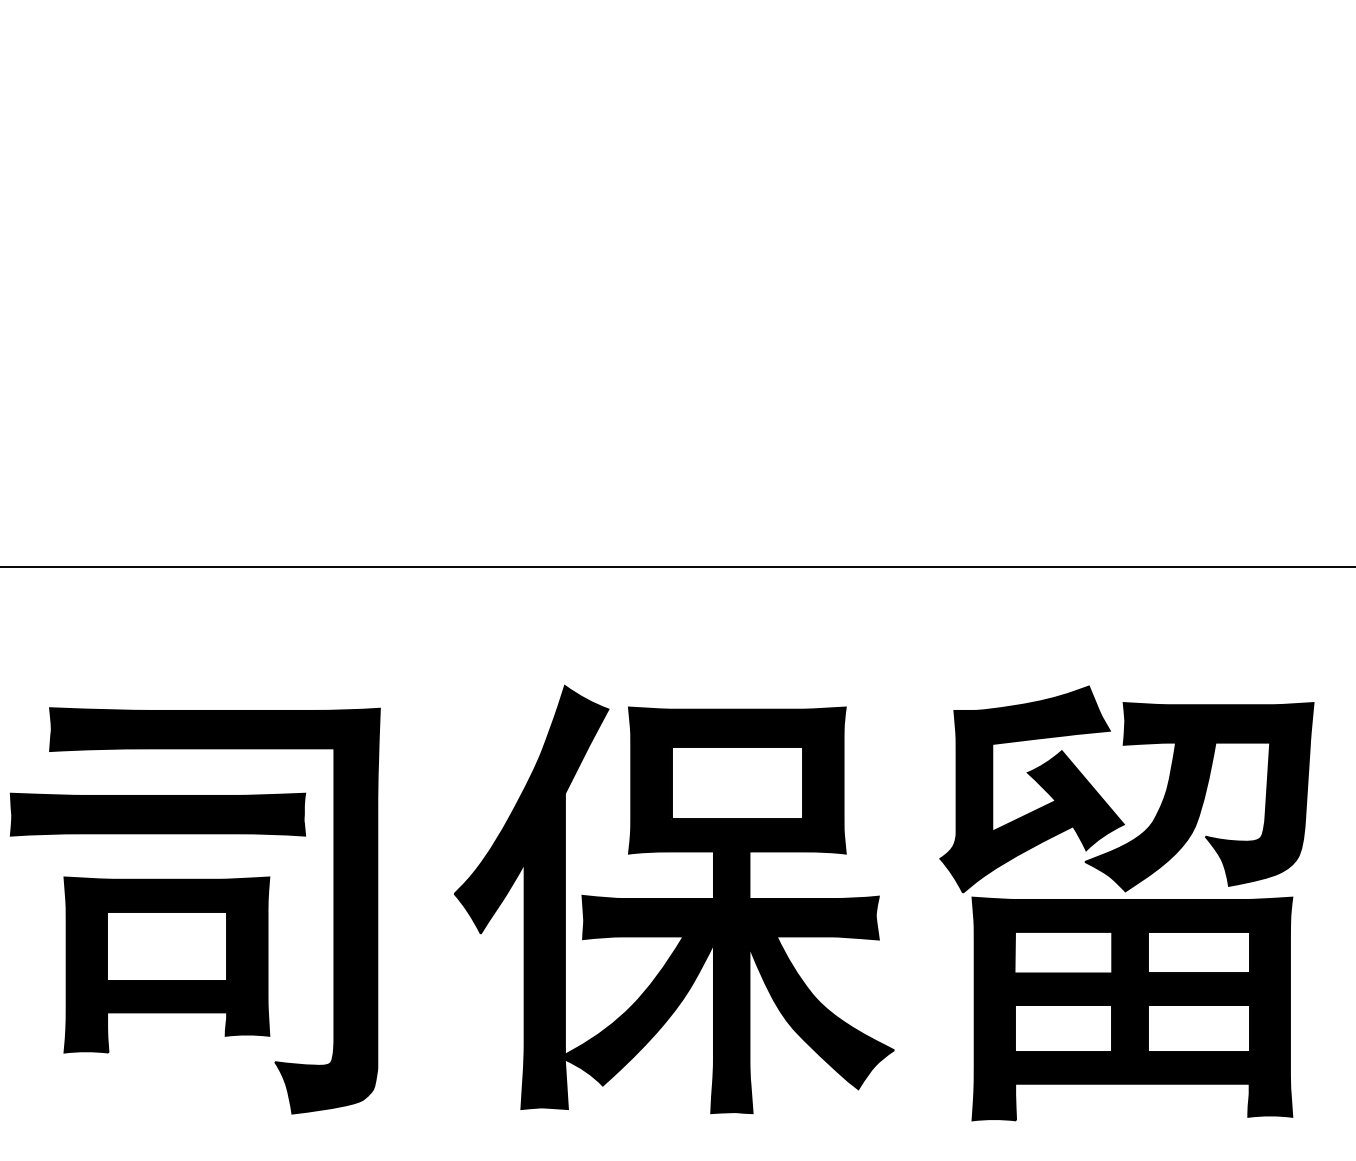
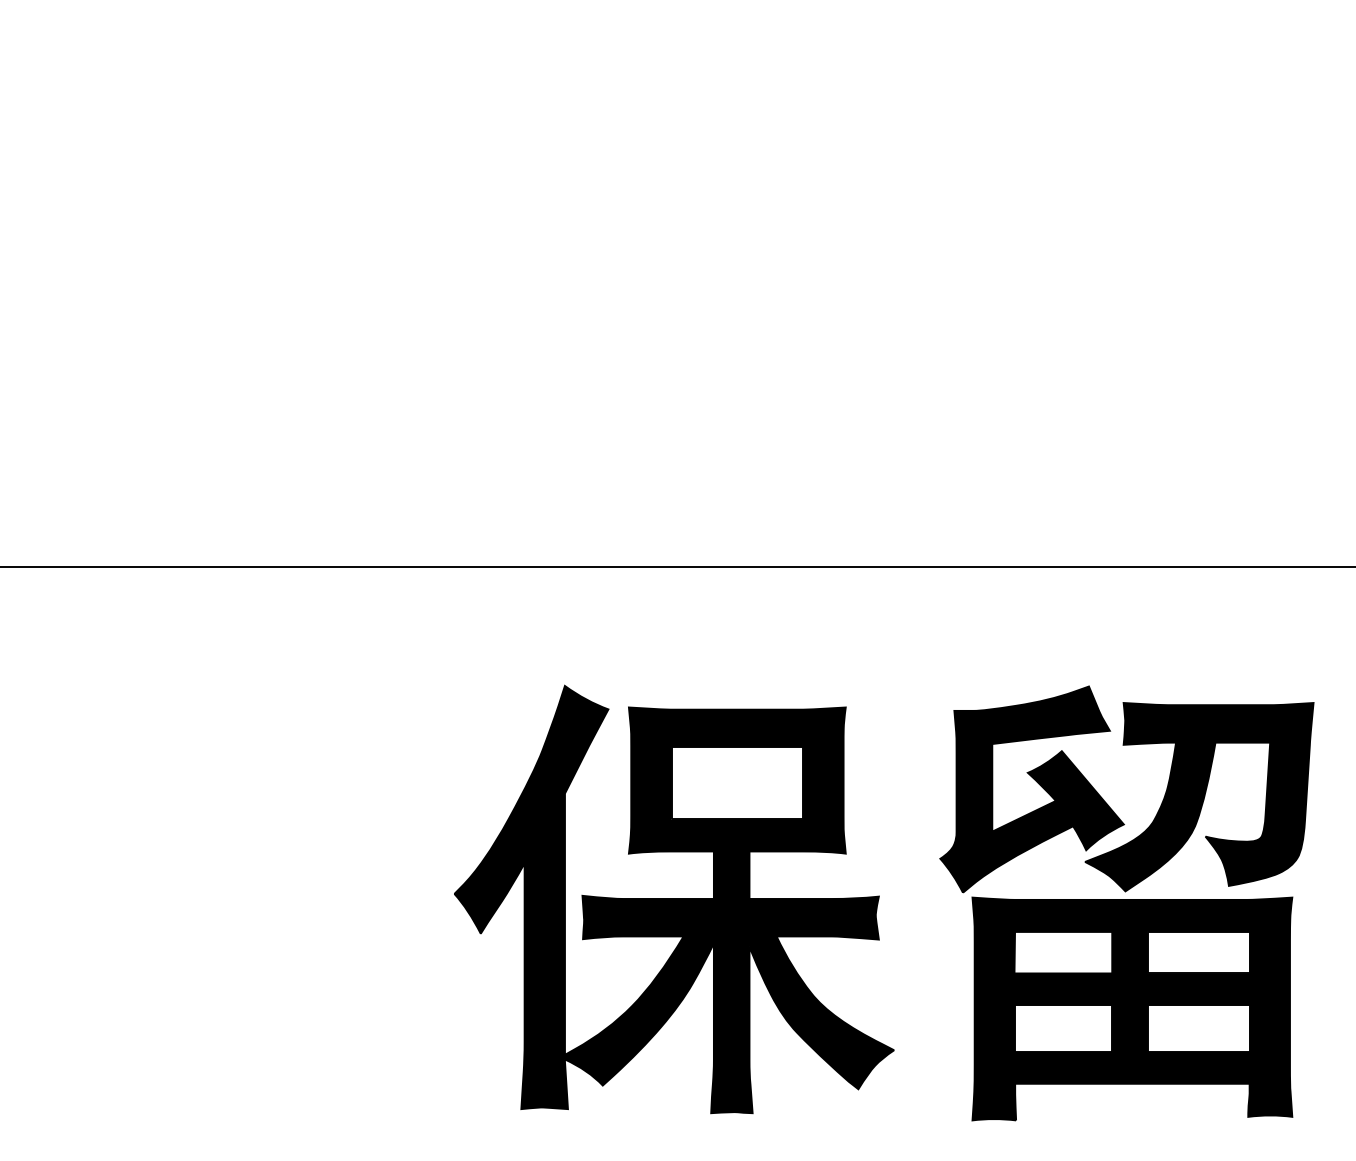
part at (194, 910): present -> none
